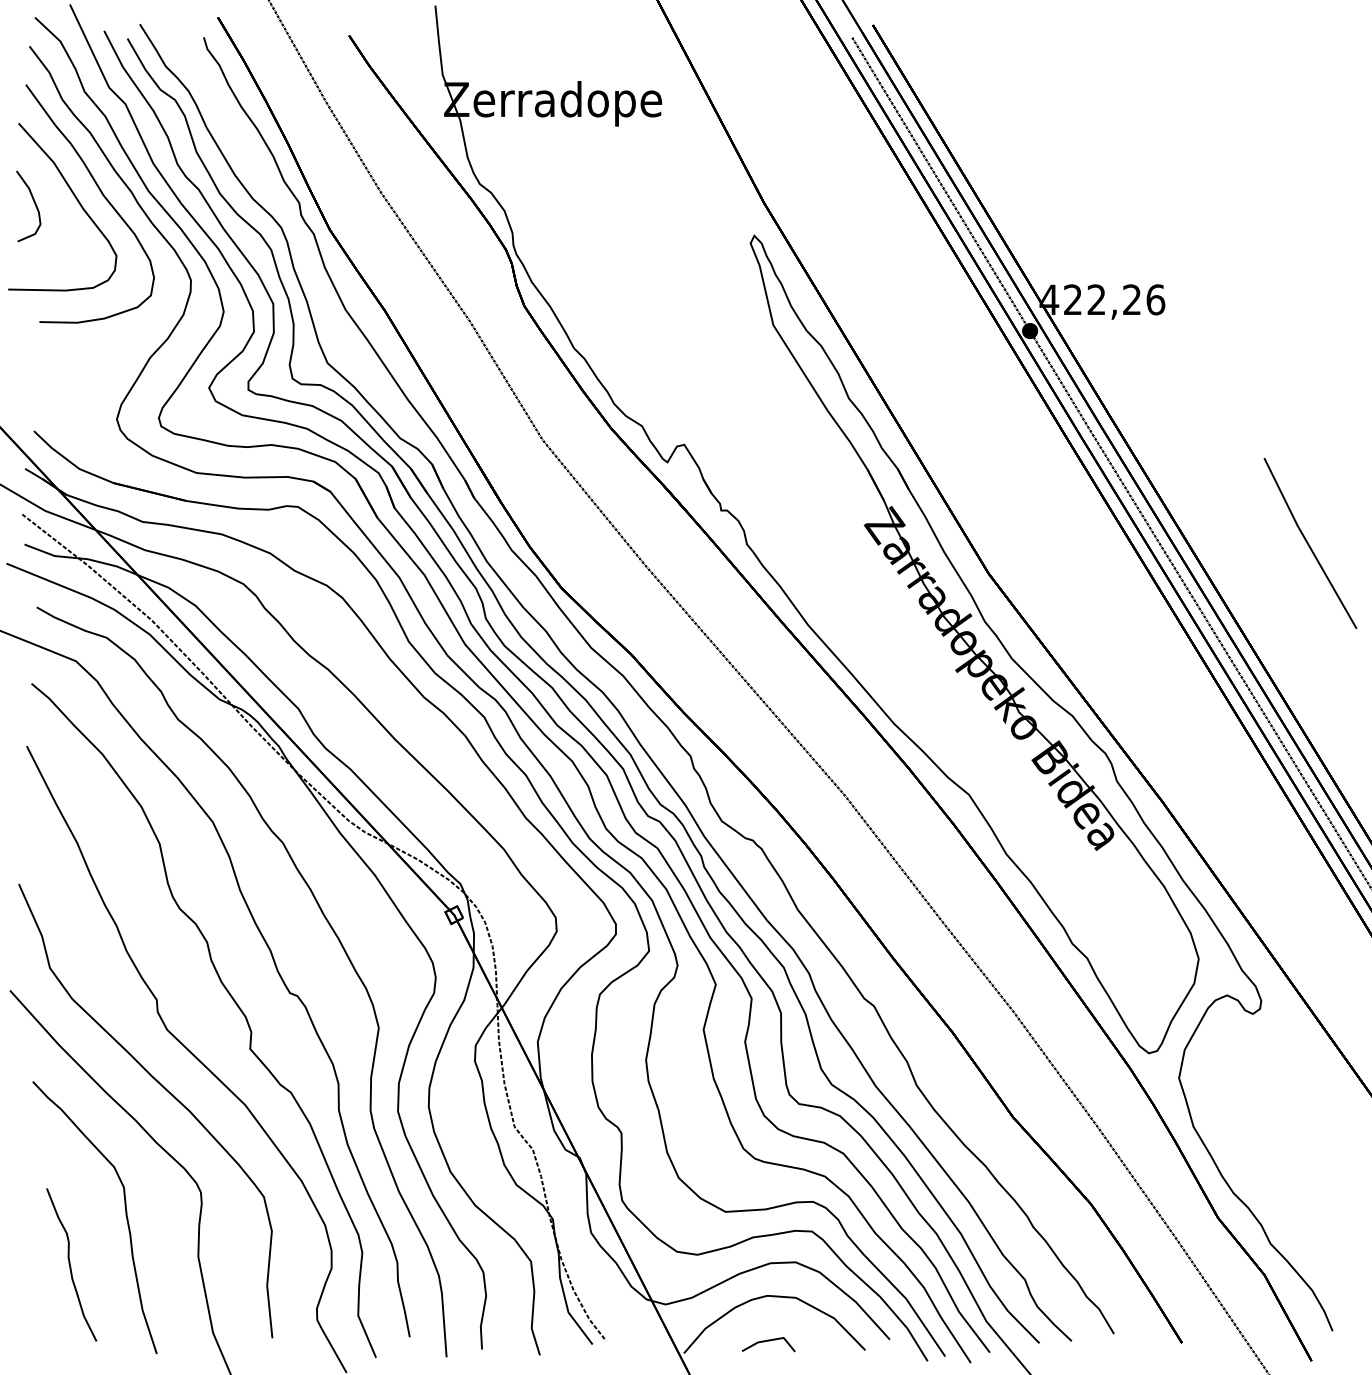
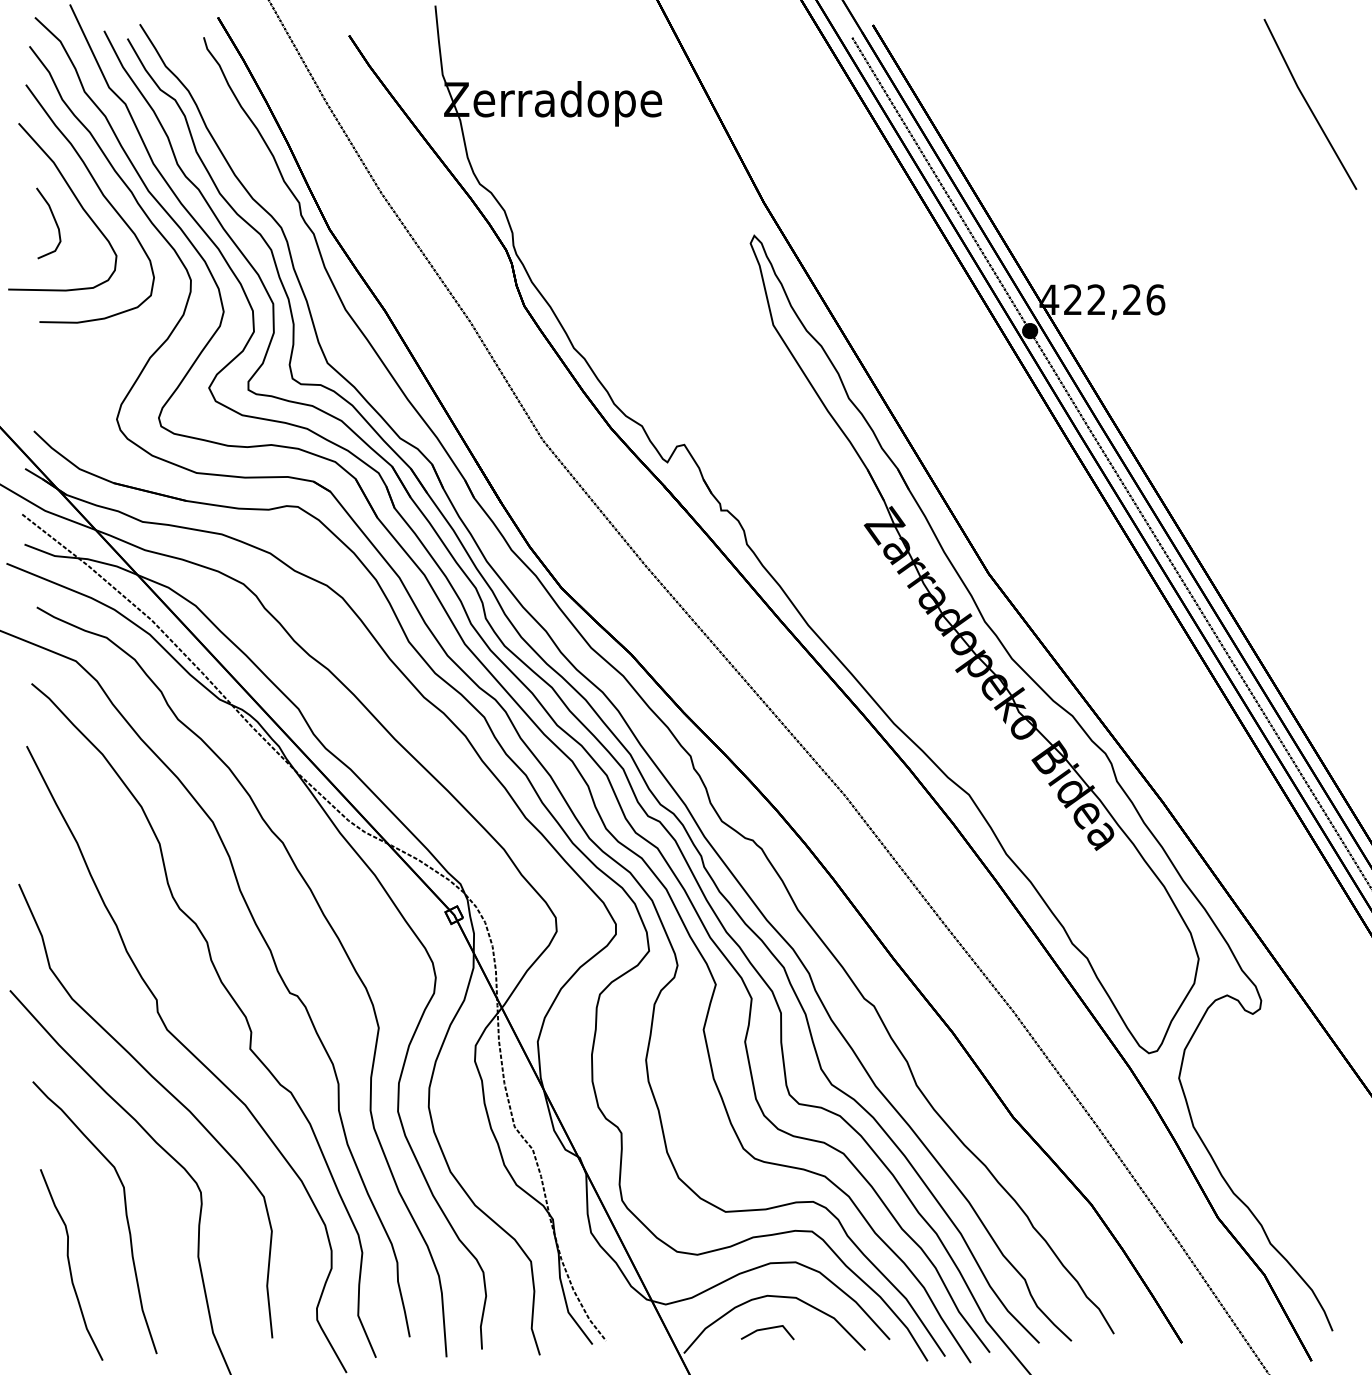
curve at (34, 204) position: (34, 204) -> (54, 221)
line at (1309, 544) position: (1309, 544) -> (1309, 105)
part at (71, 1264) size: 52x154 px -> 64x192 px
line at (768, 1341) position: (768, 1341) -> (767, 1329)
